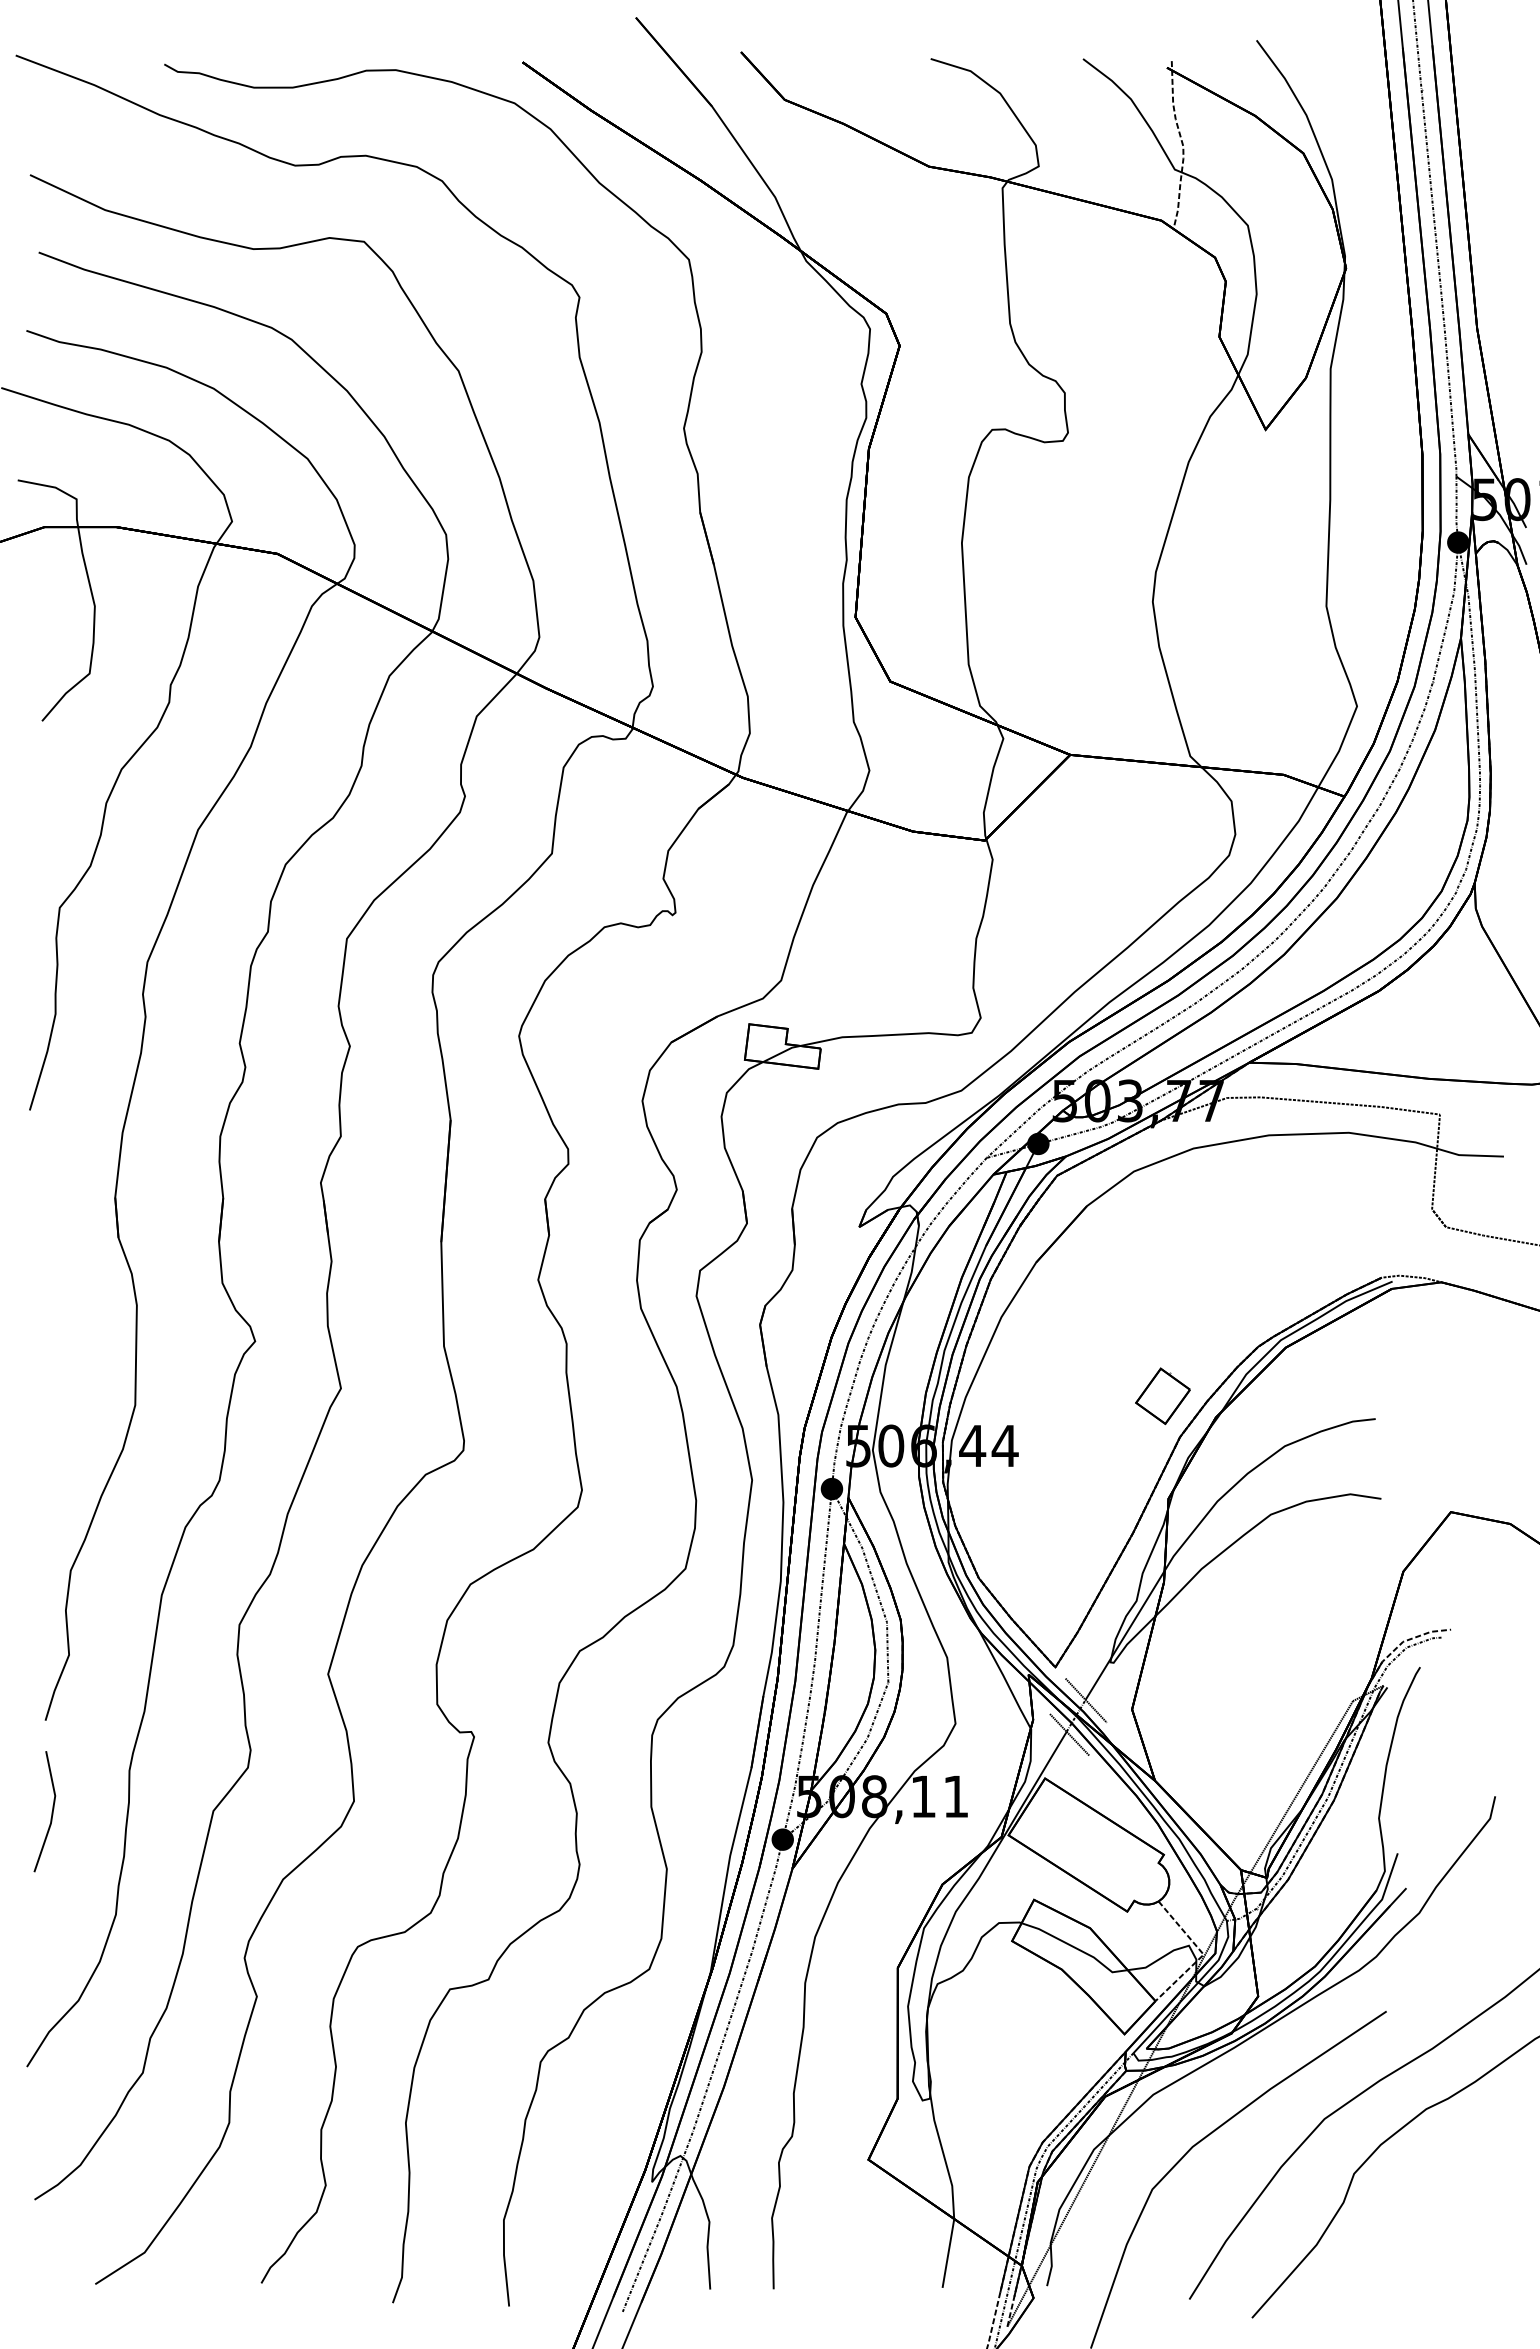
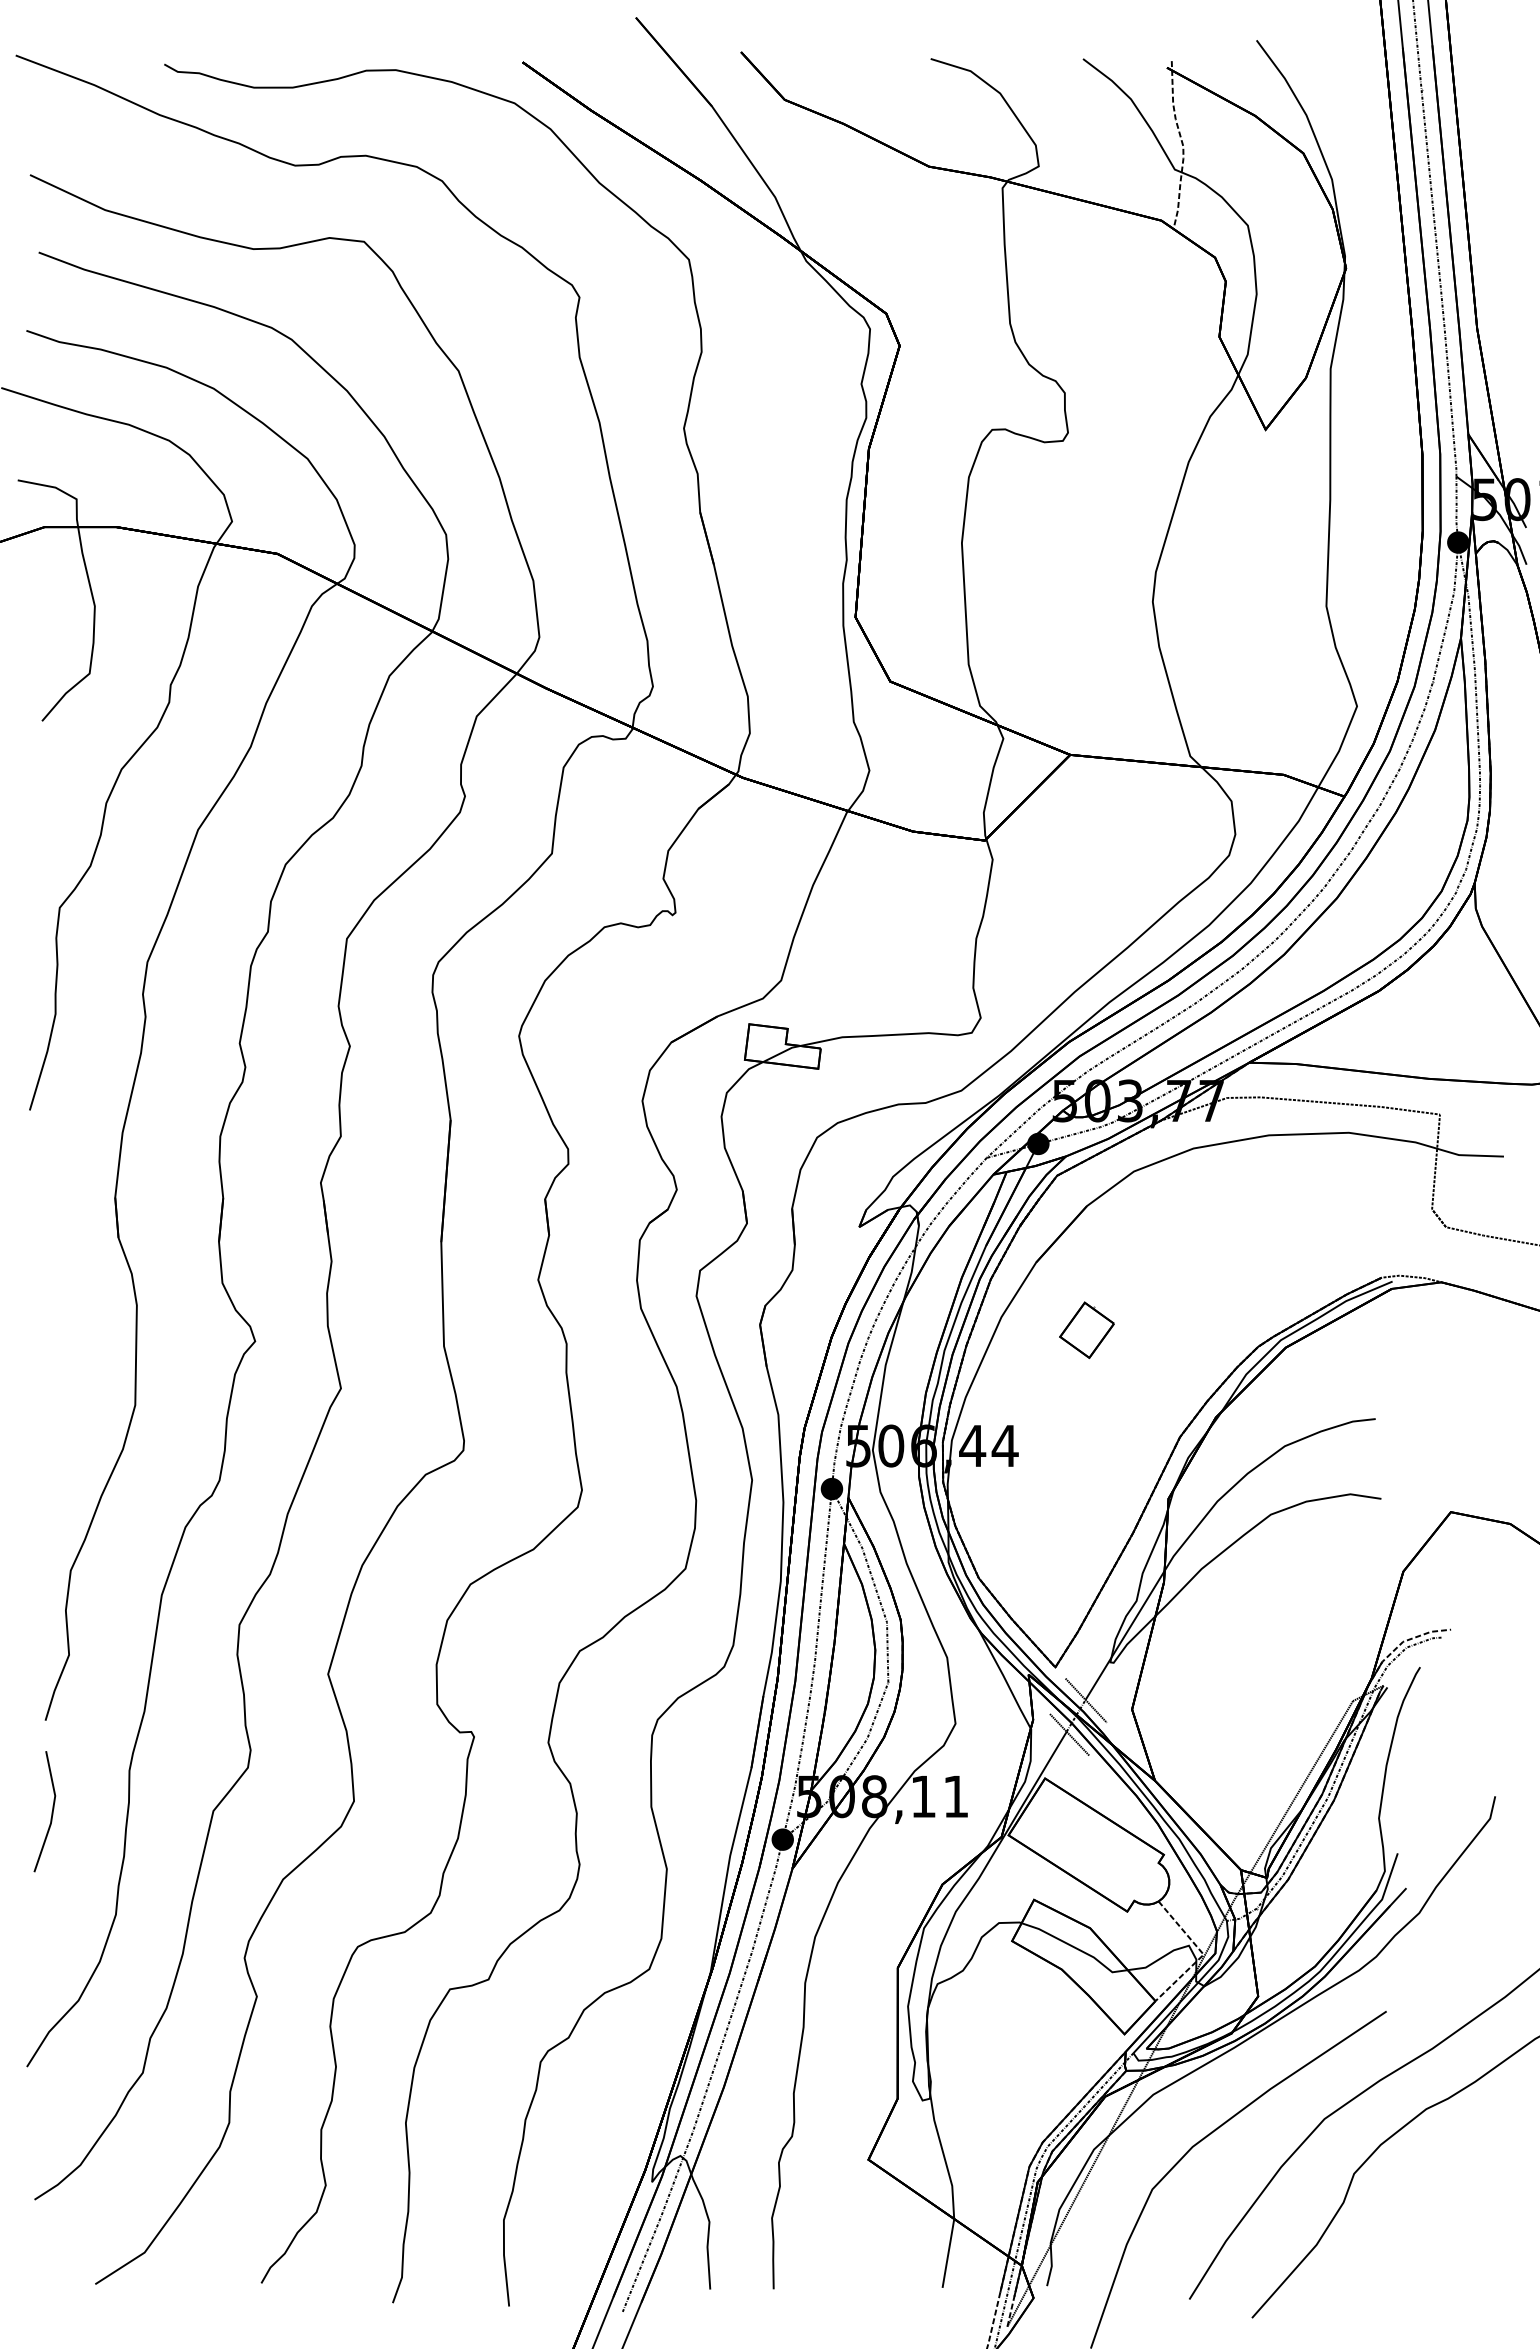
part at (1162, 1396) position: (1162, 1396) -> (1086, 1330)
